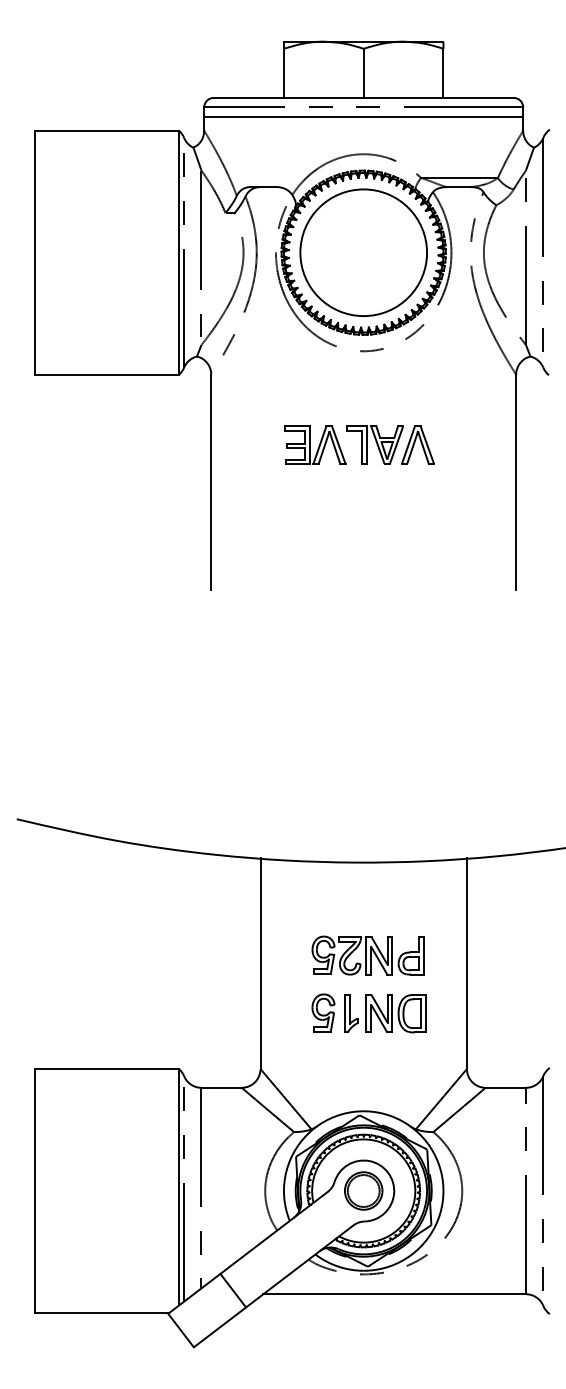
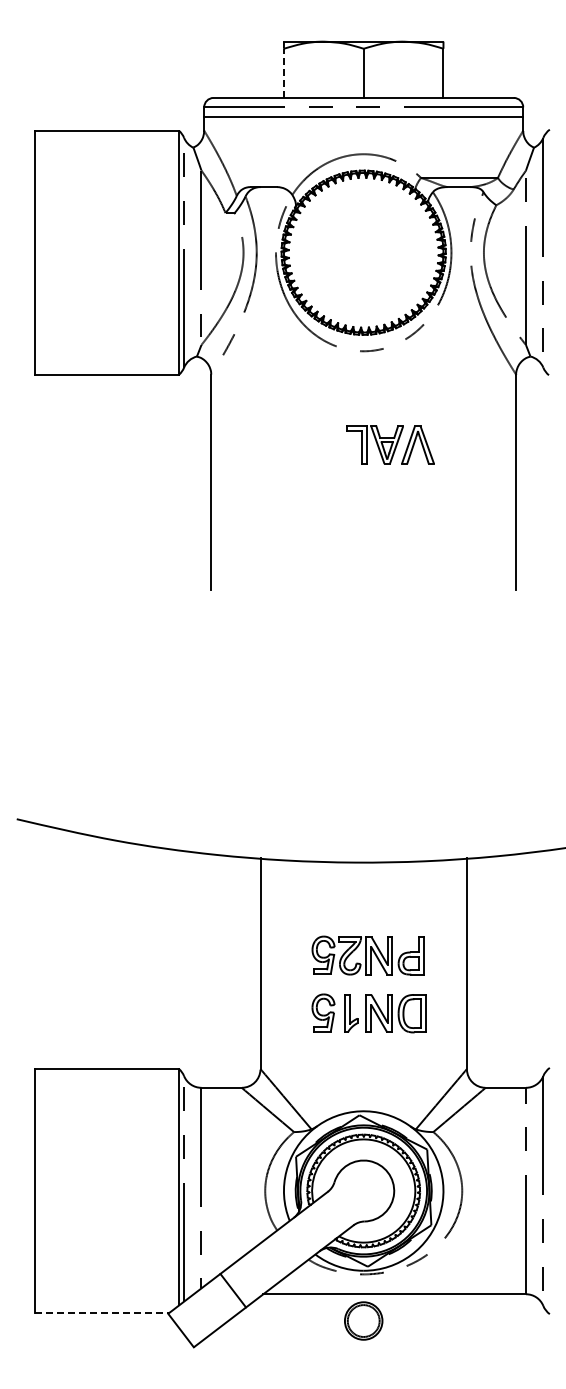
line at (283, 73): solid -> dashed
circle at (363, 252): present -> none
part at (315, 444): present -> none
part at (363, 1190) position: (363, 1190) -> (363, 1320)
line at (102, 1313): solid -> dashed
